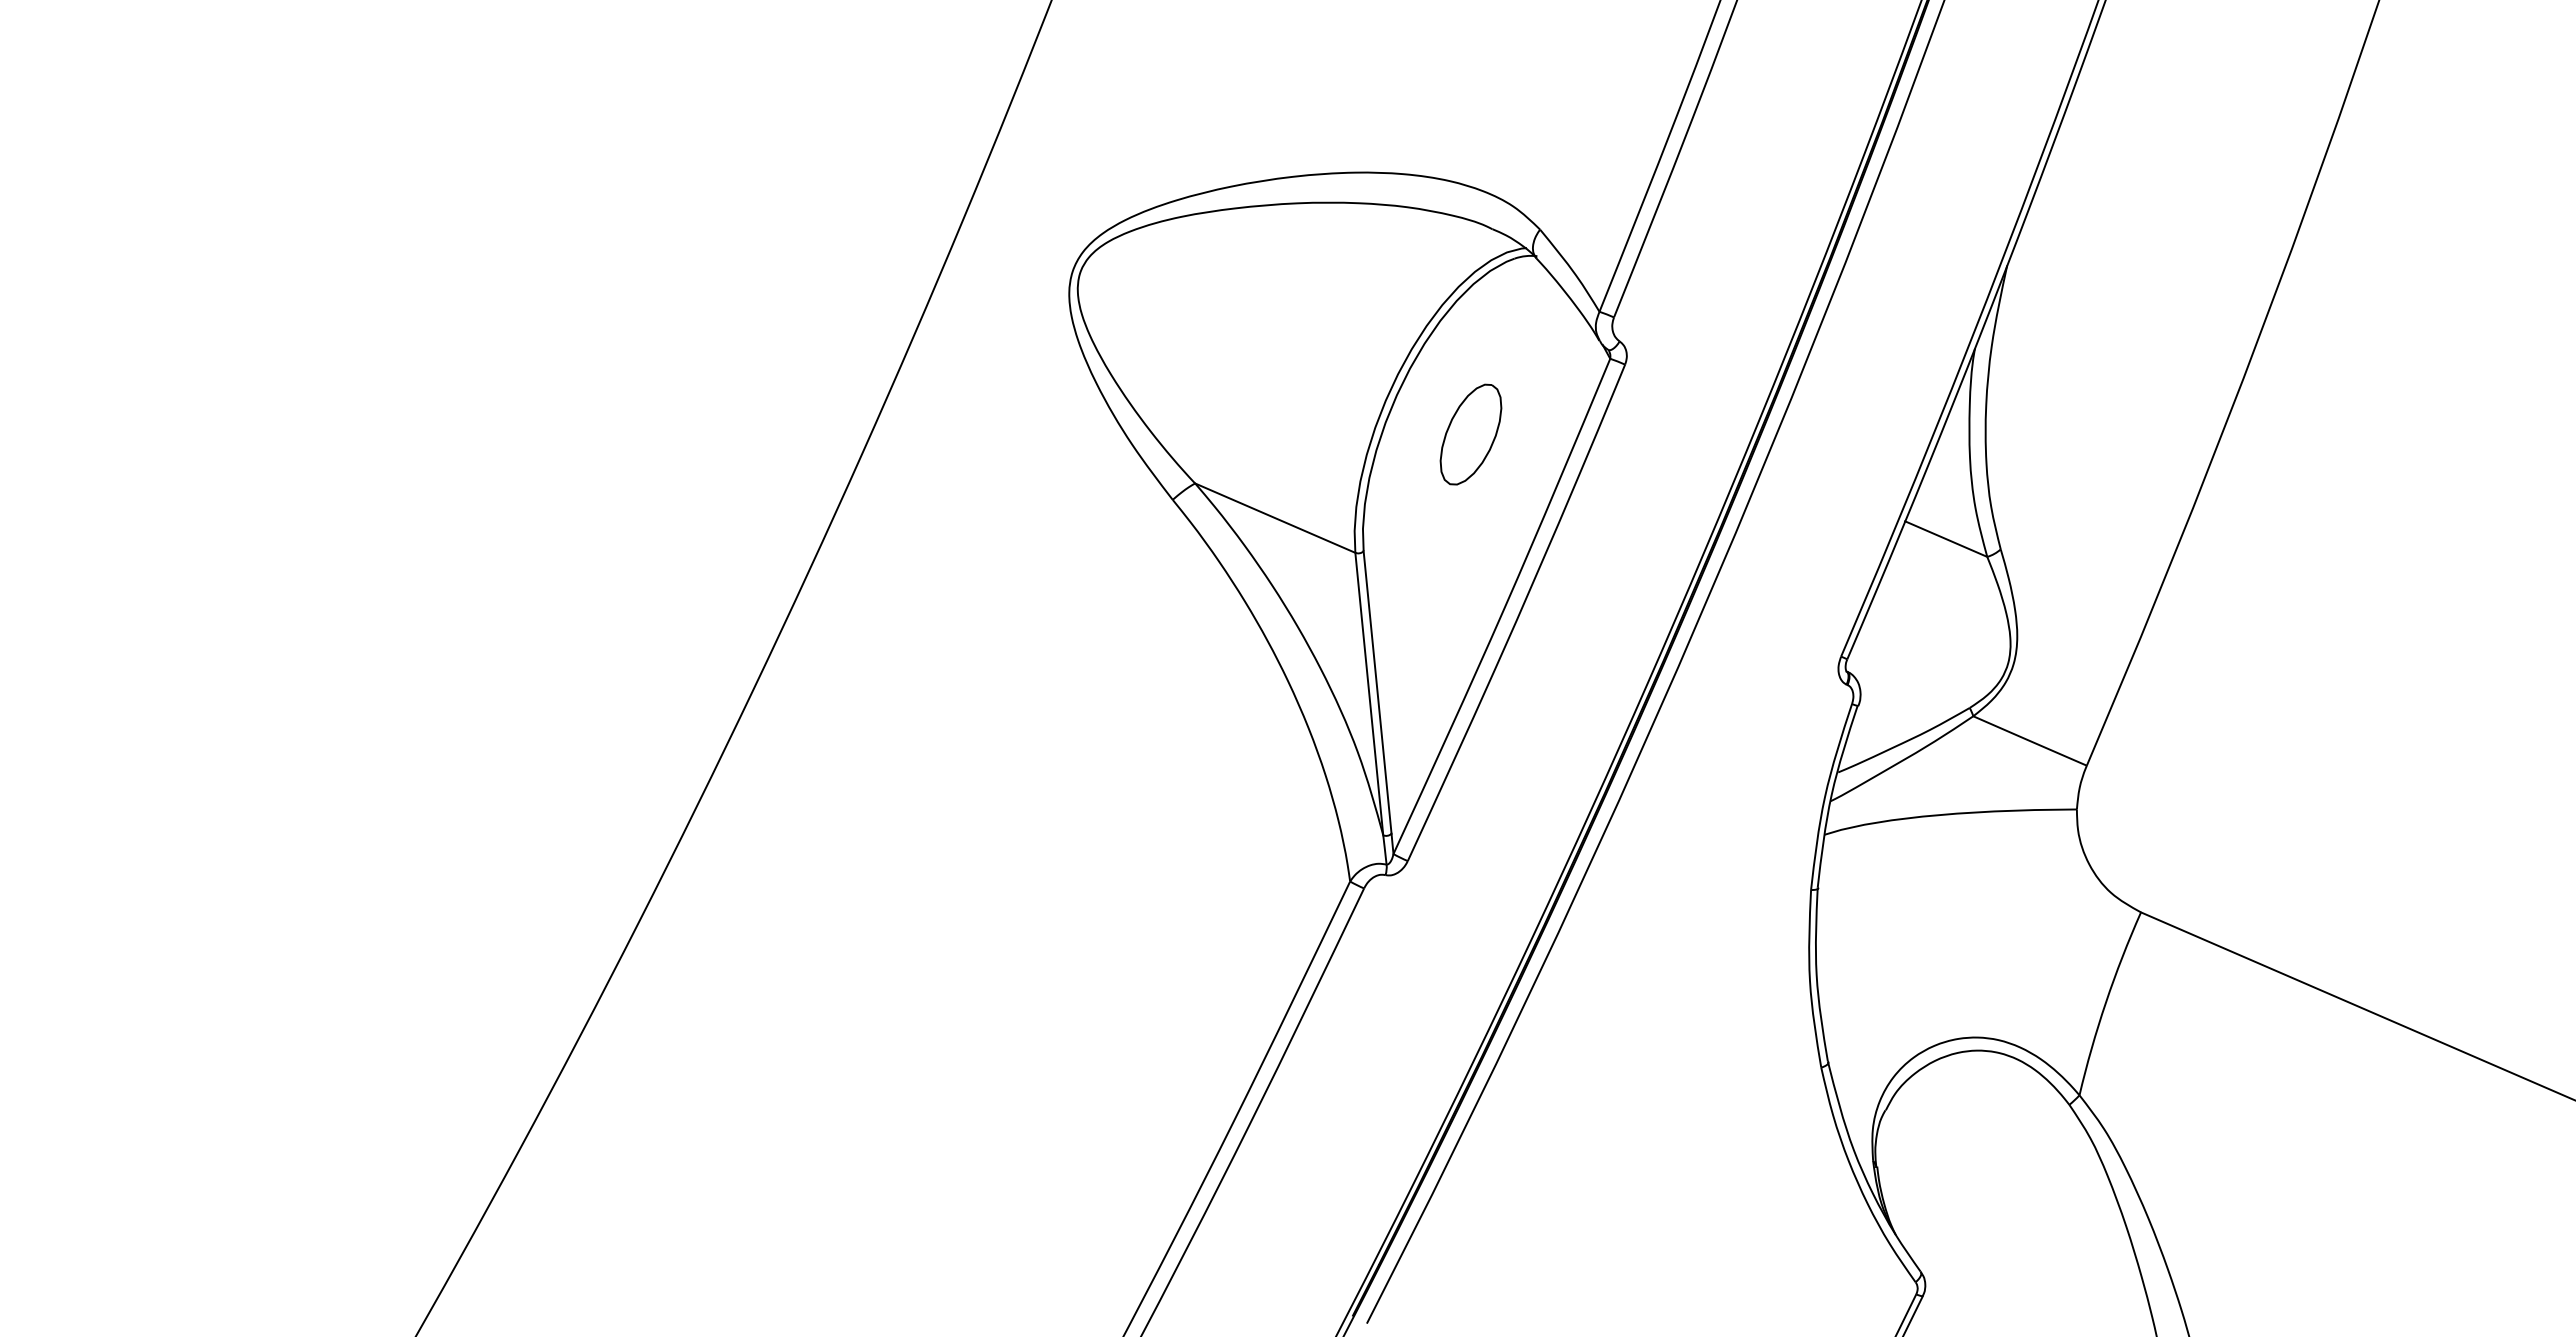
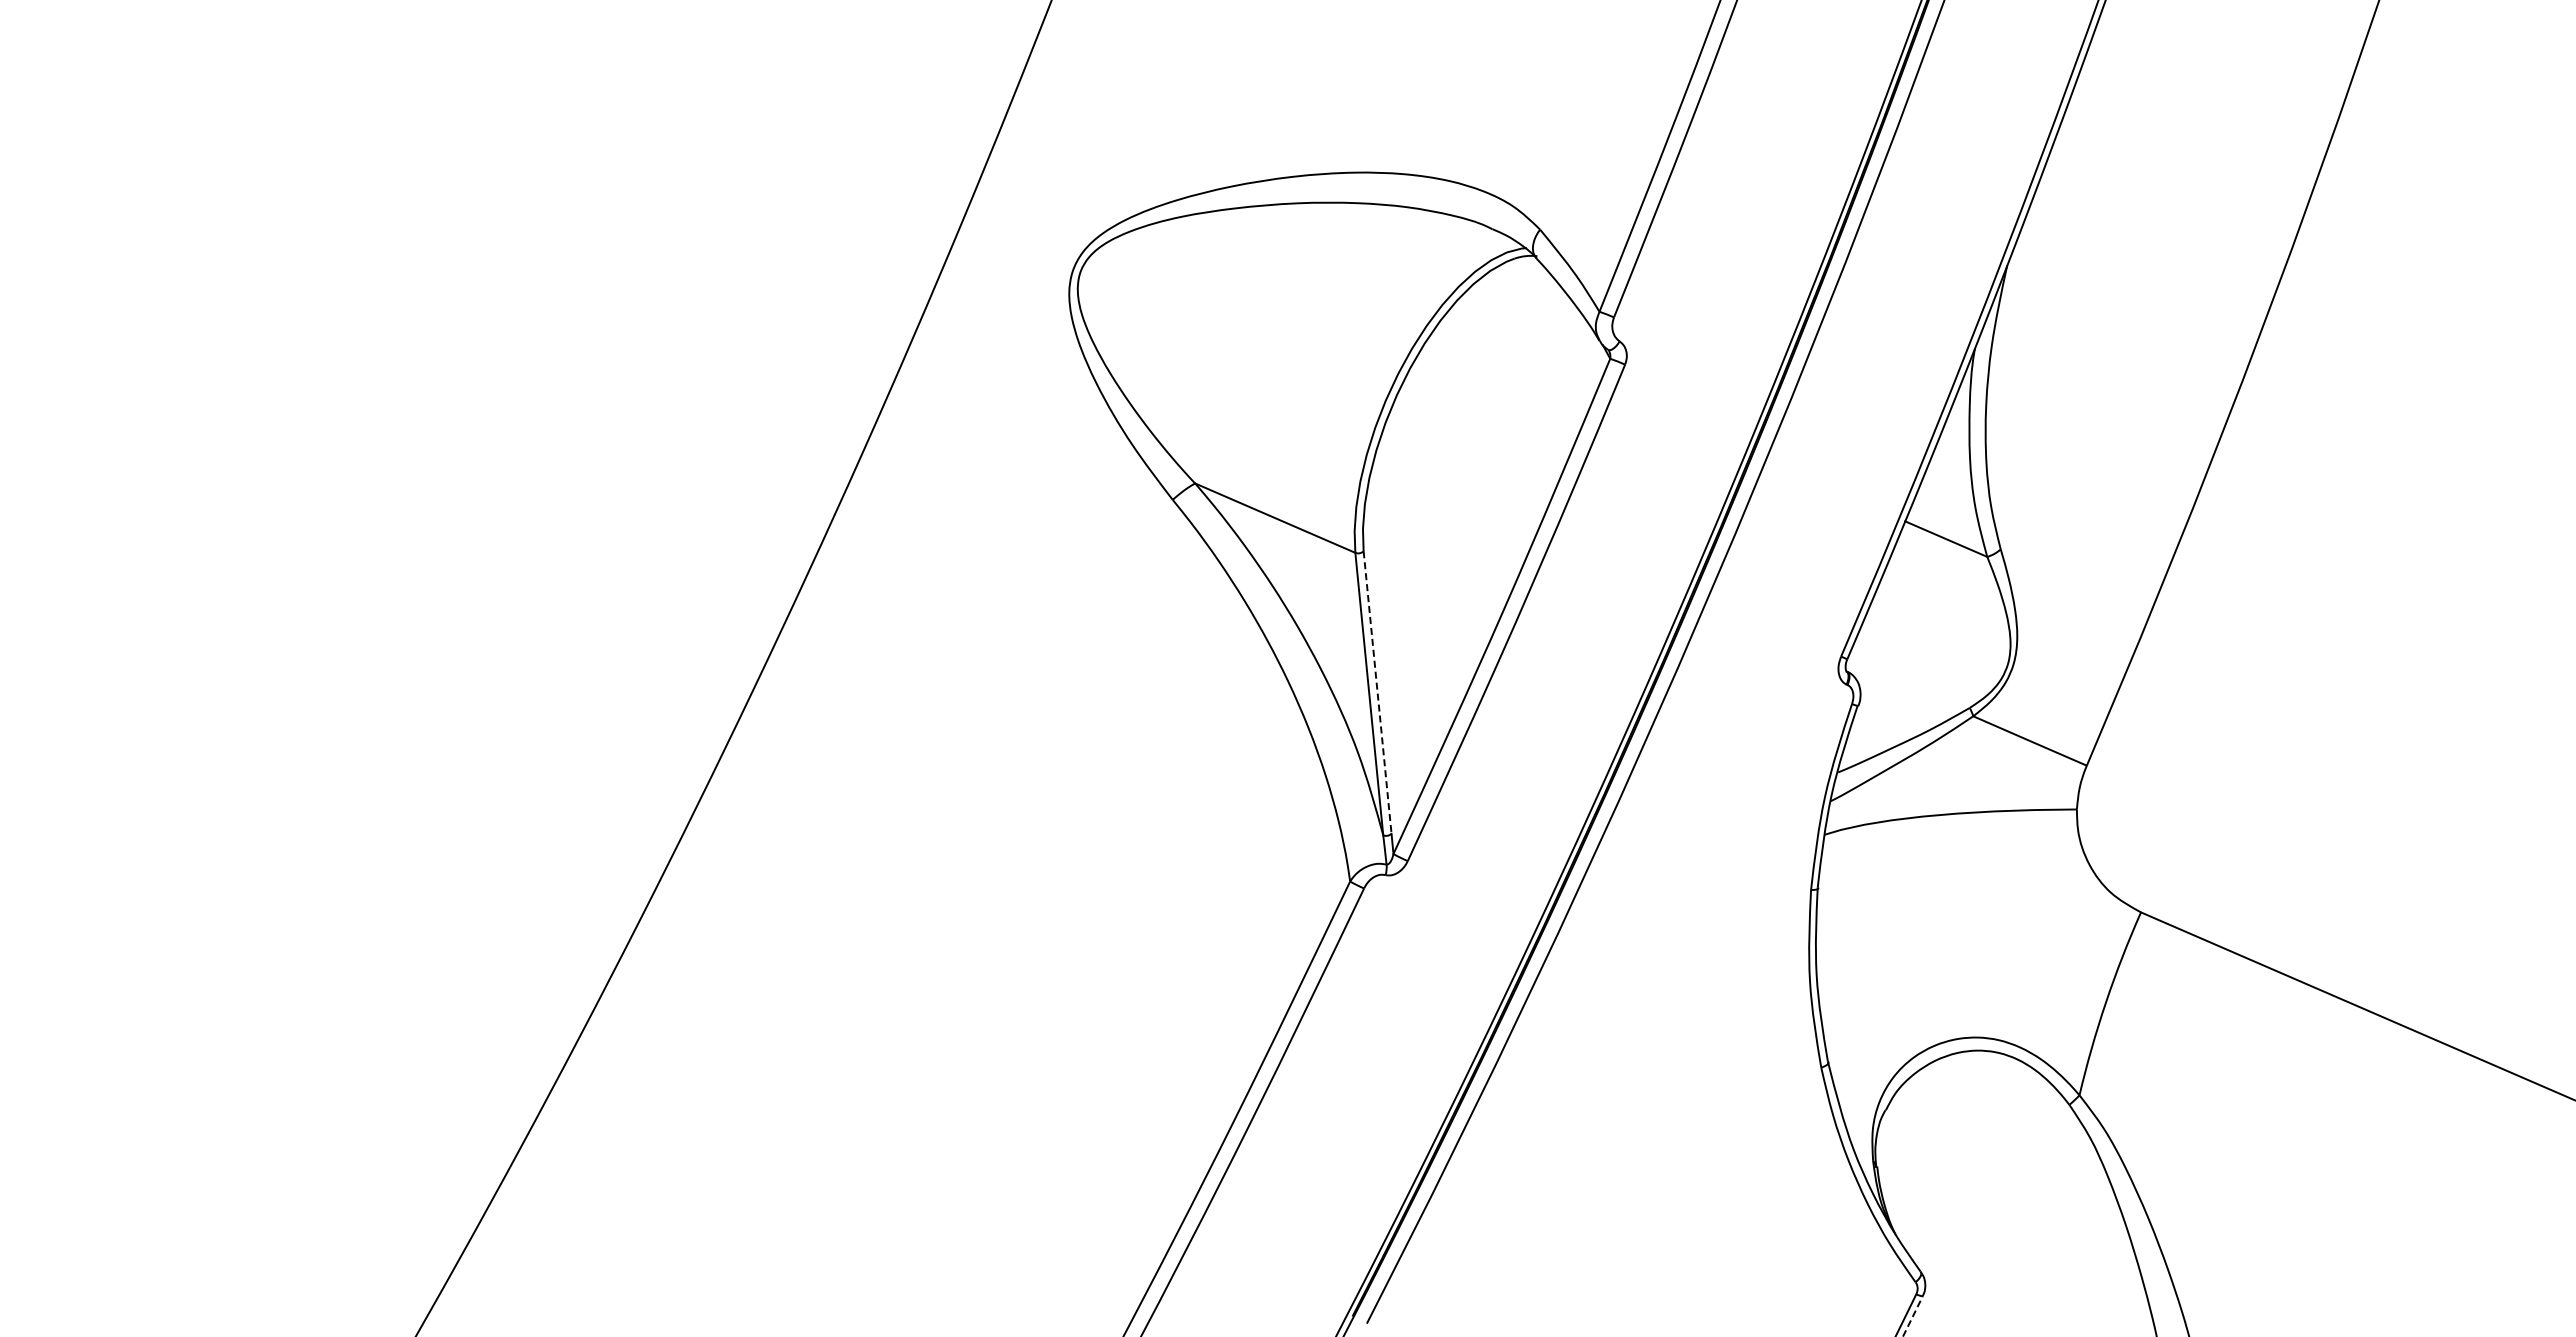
part at (1470, 434): present -> none
line at (1377, 692): solid -> dashed
line at (1913, 1316): solid -> dashed
